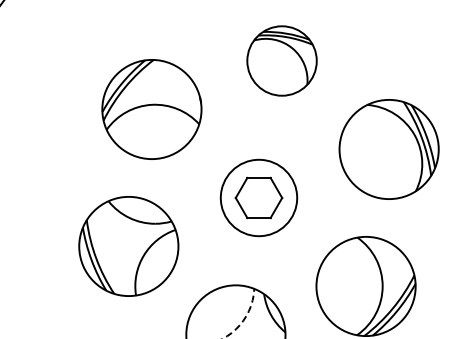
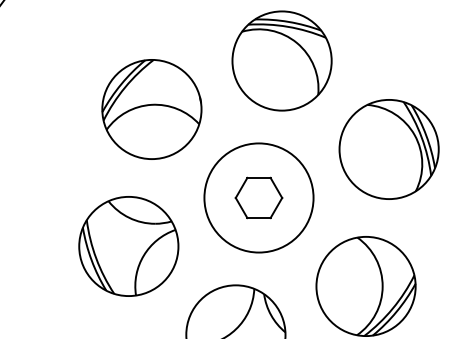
part at (281, 60) size: 72x72 px -> 102x102 px
circle at (258, 197) diameter: 76 px -> 109 px
arc at (245, 317): dashed -> solid
